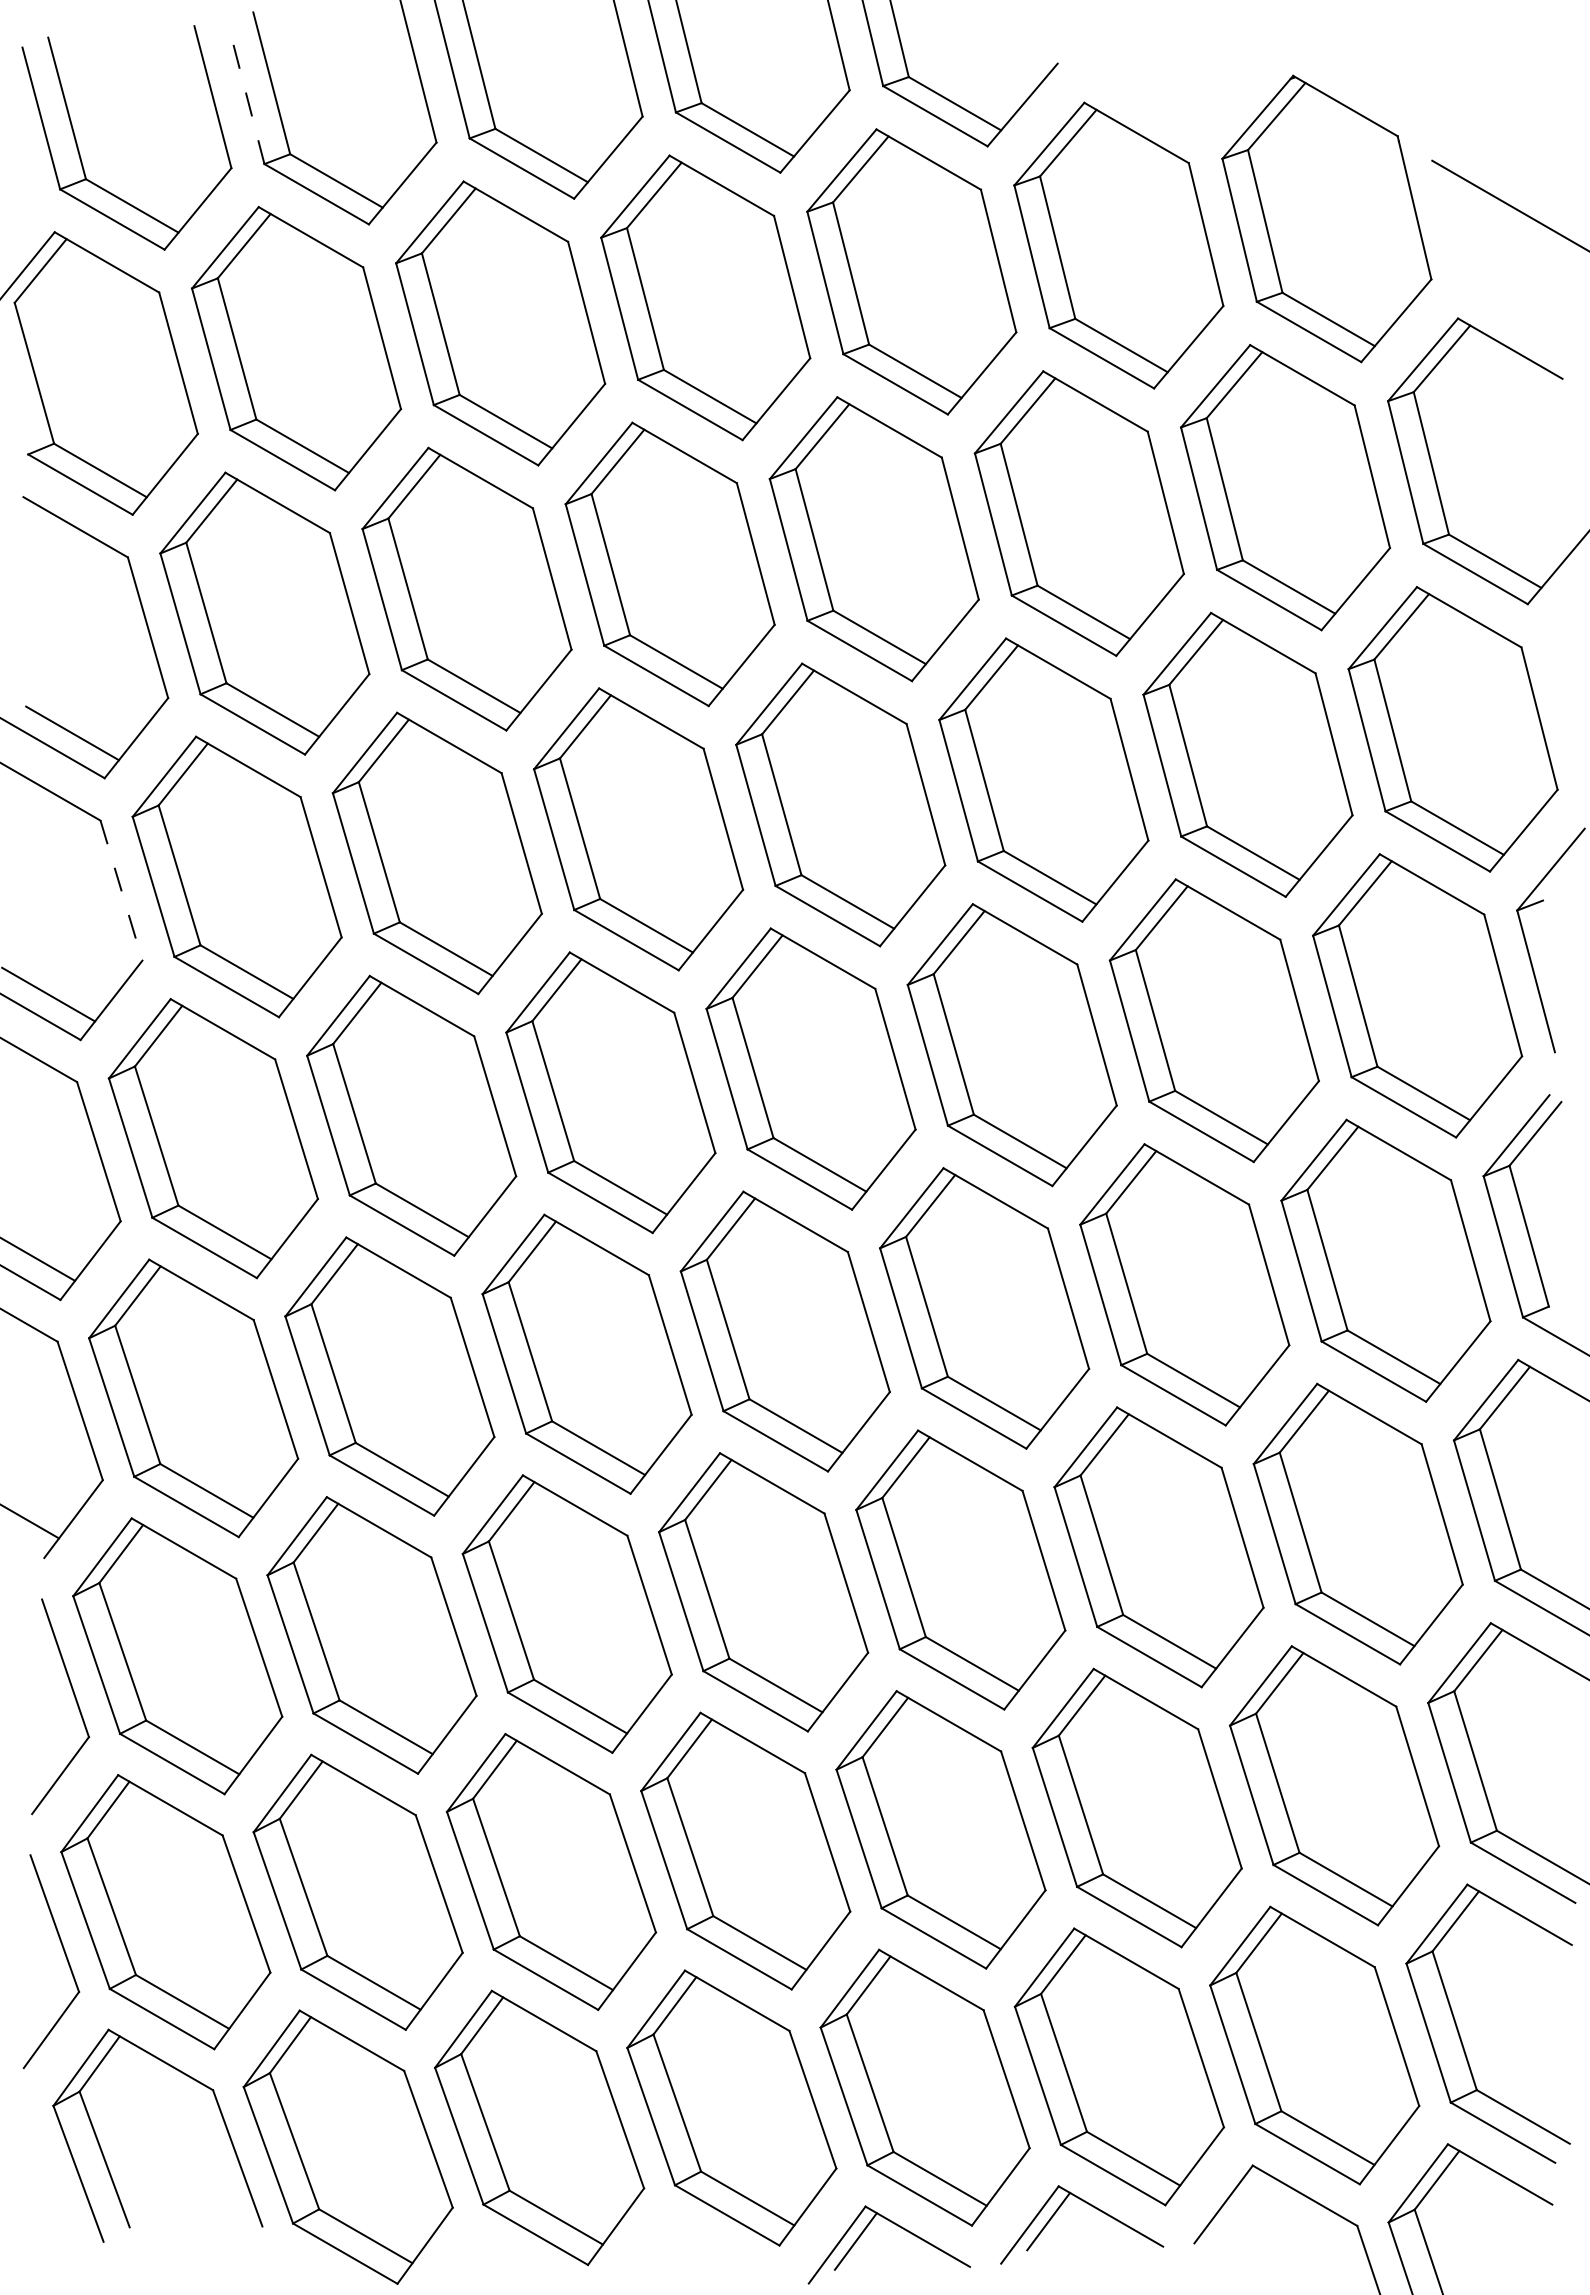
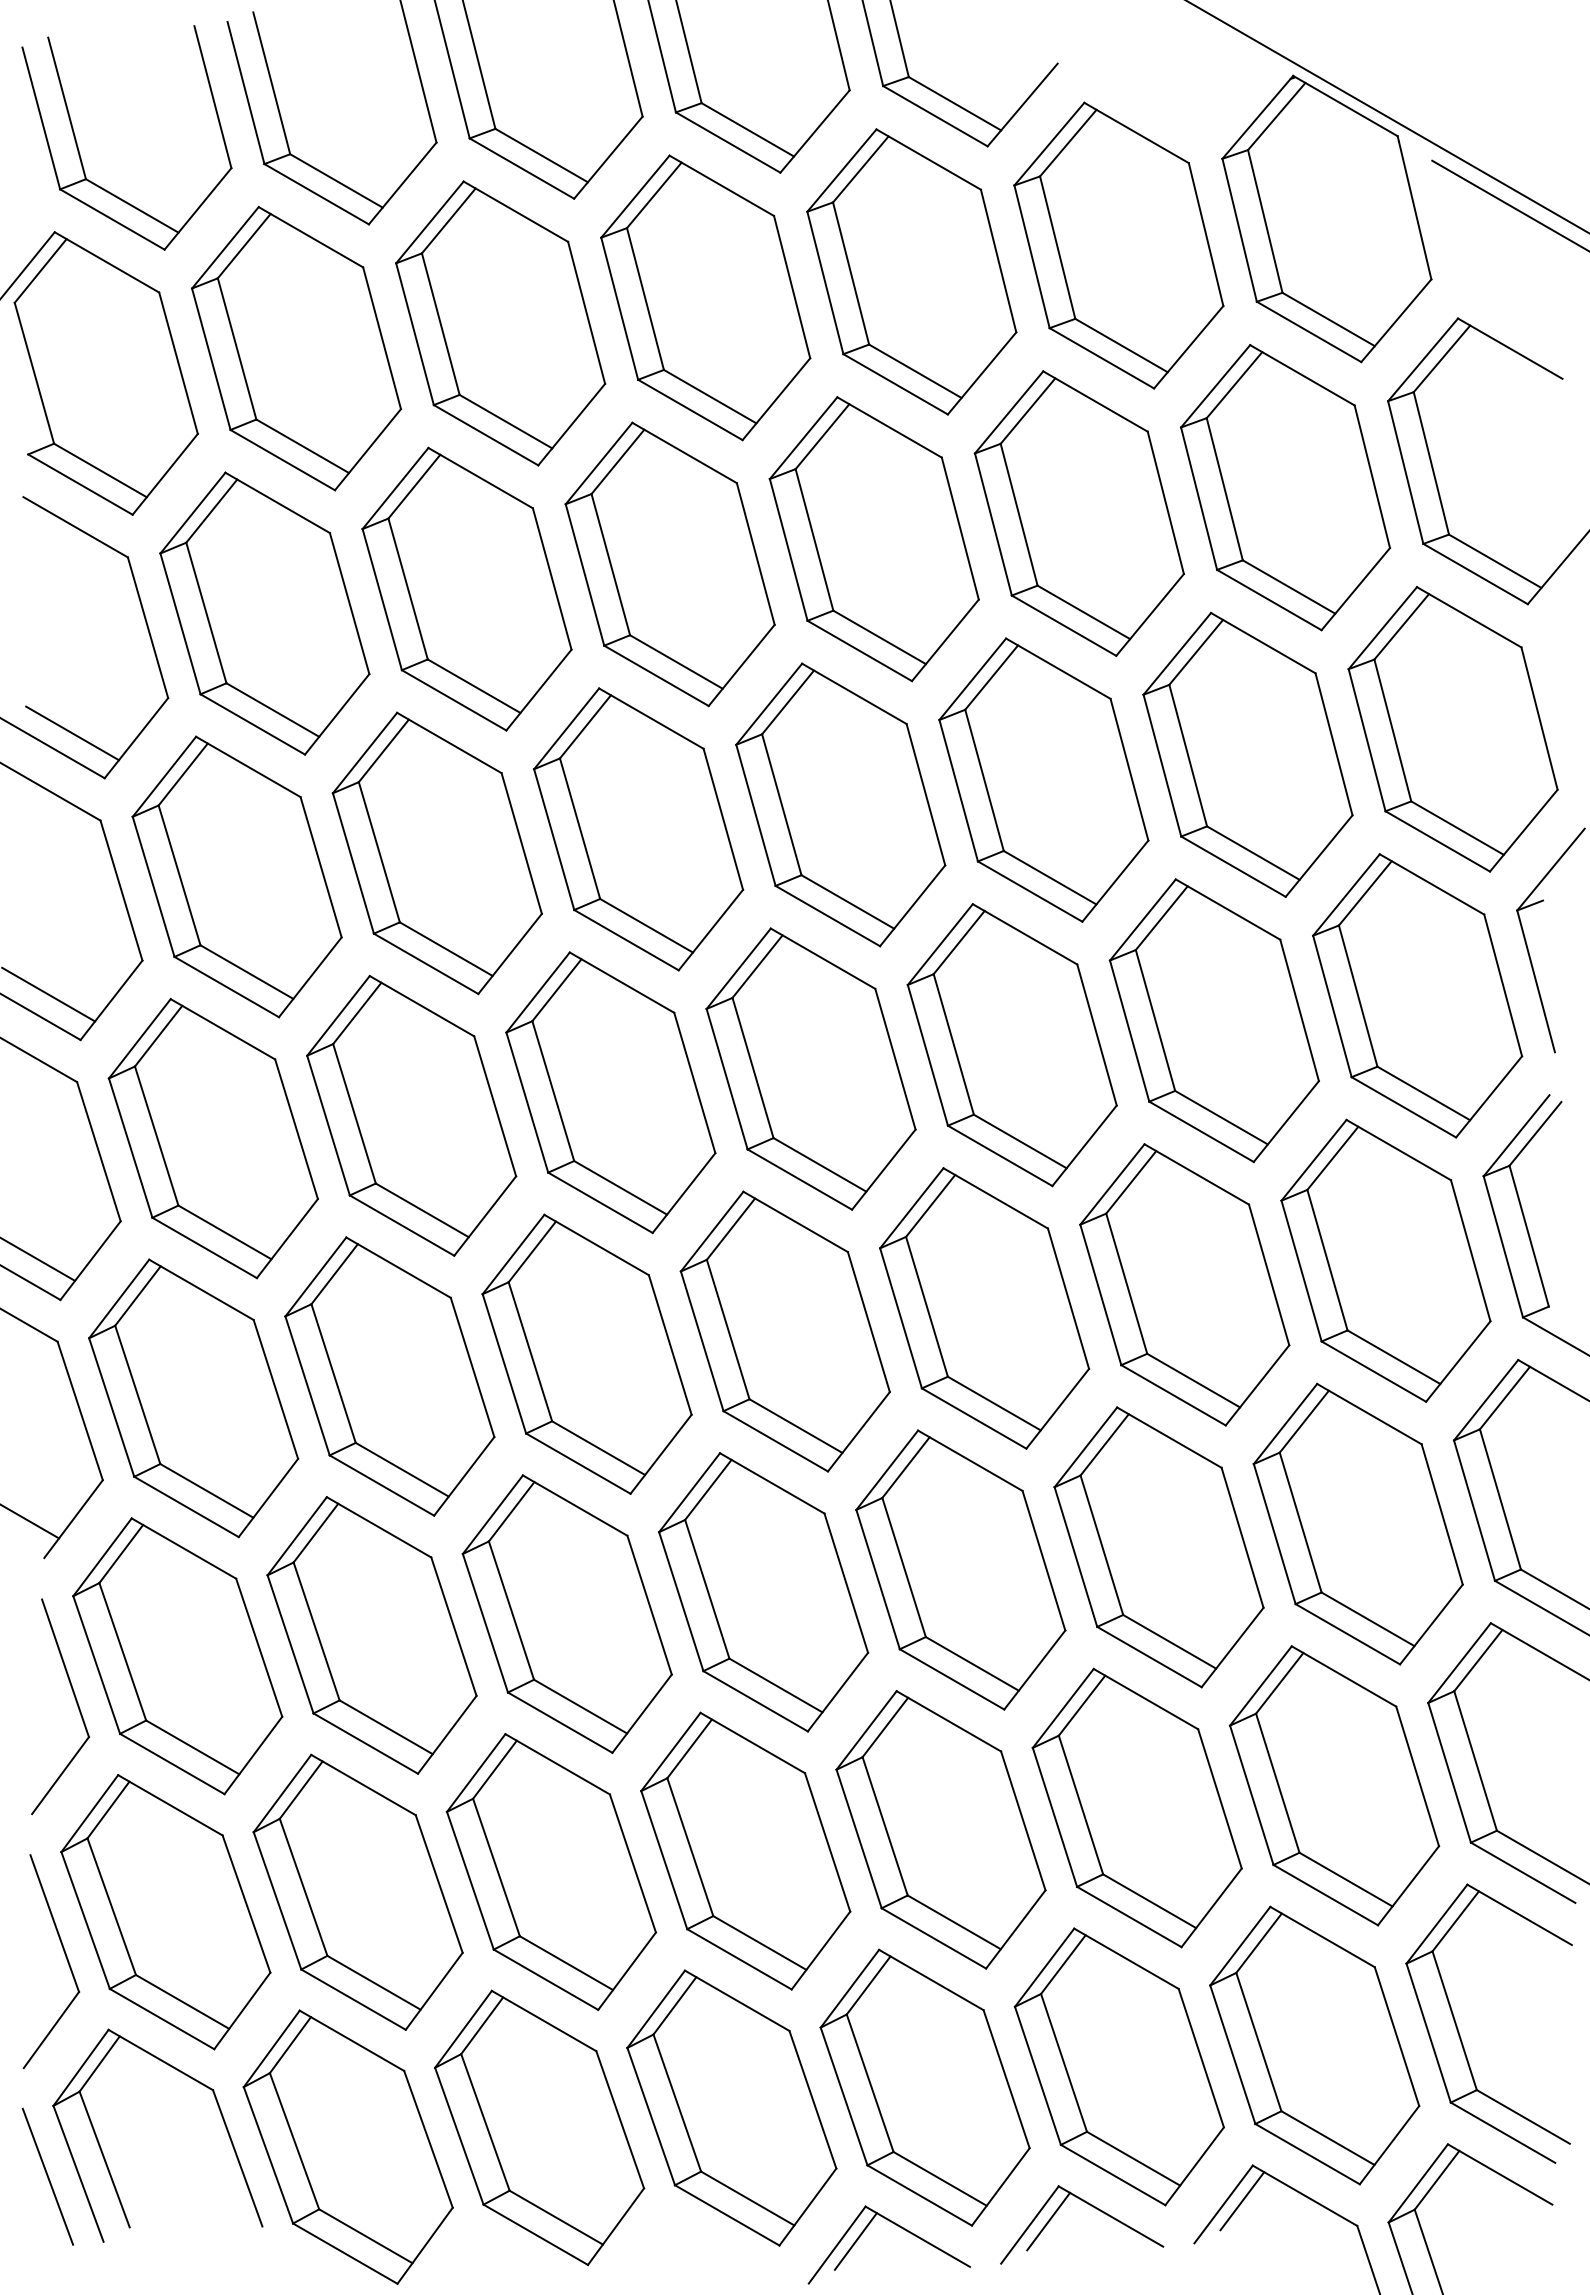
line at (245, 92): dashed -> solid
line at (1387, 116): none -> present
line at (121, 891): dashed -> solid
line at (47, 2176): none -> present
line at (1242, 2201): none -> present
